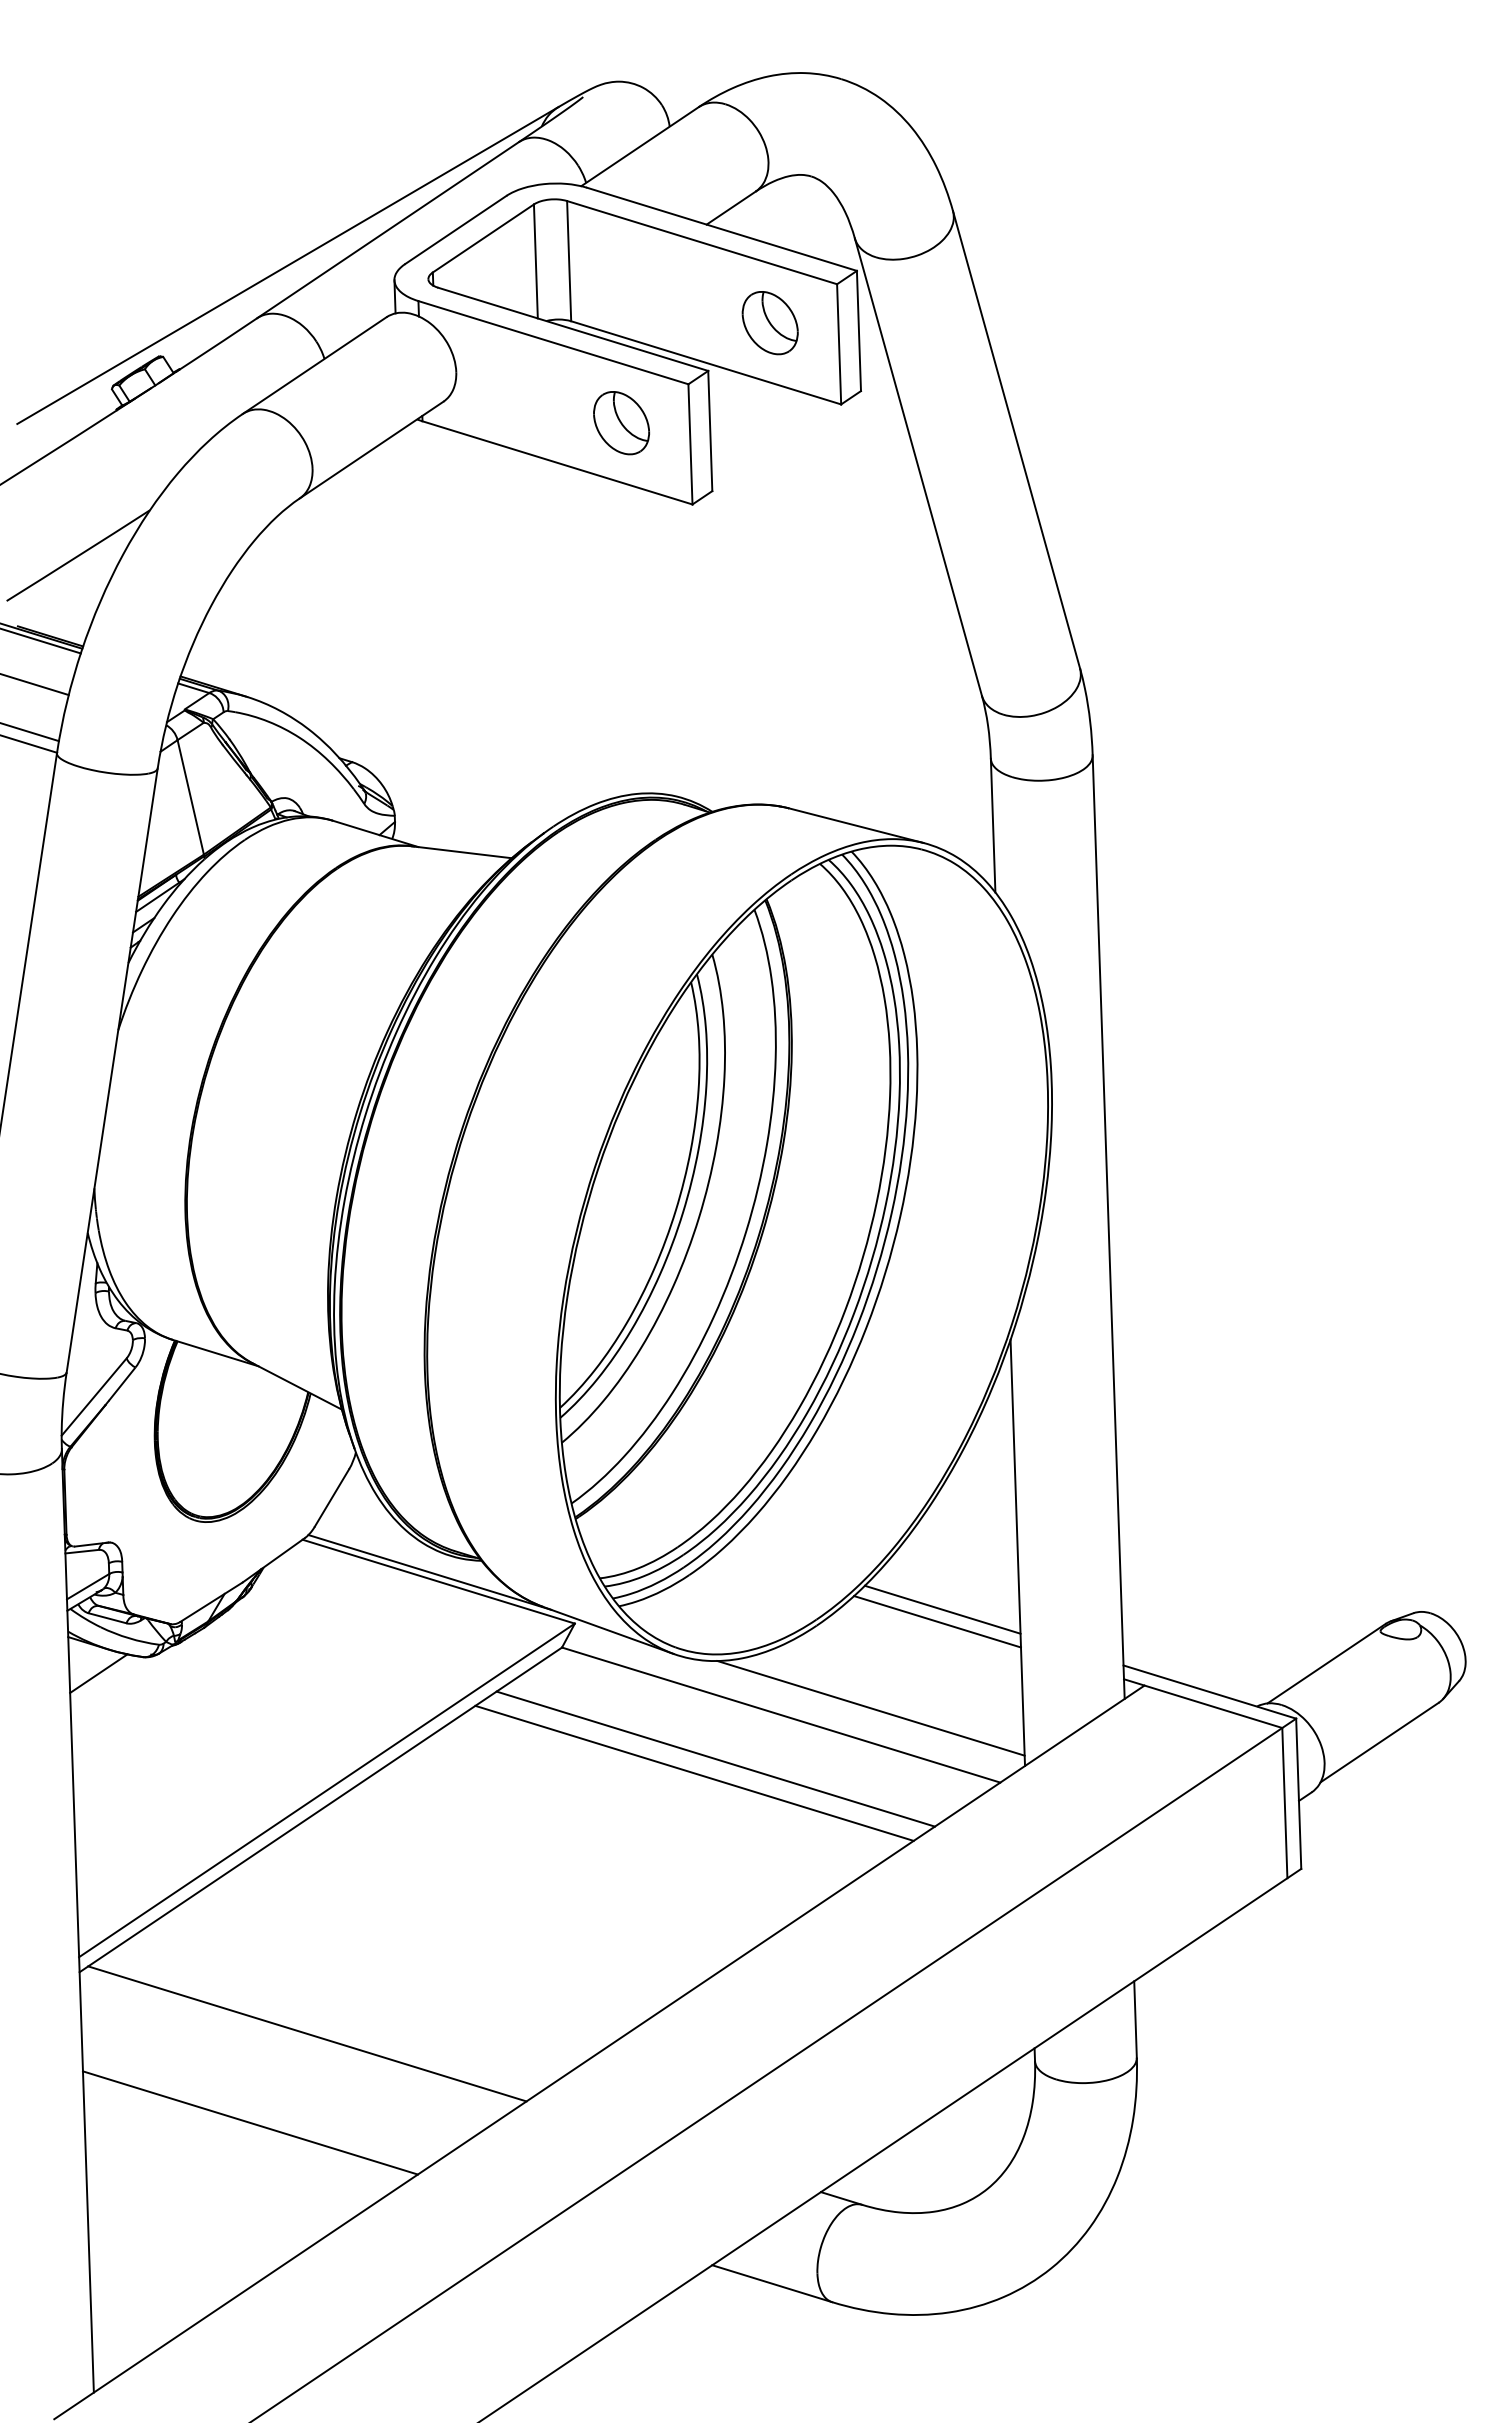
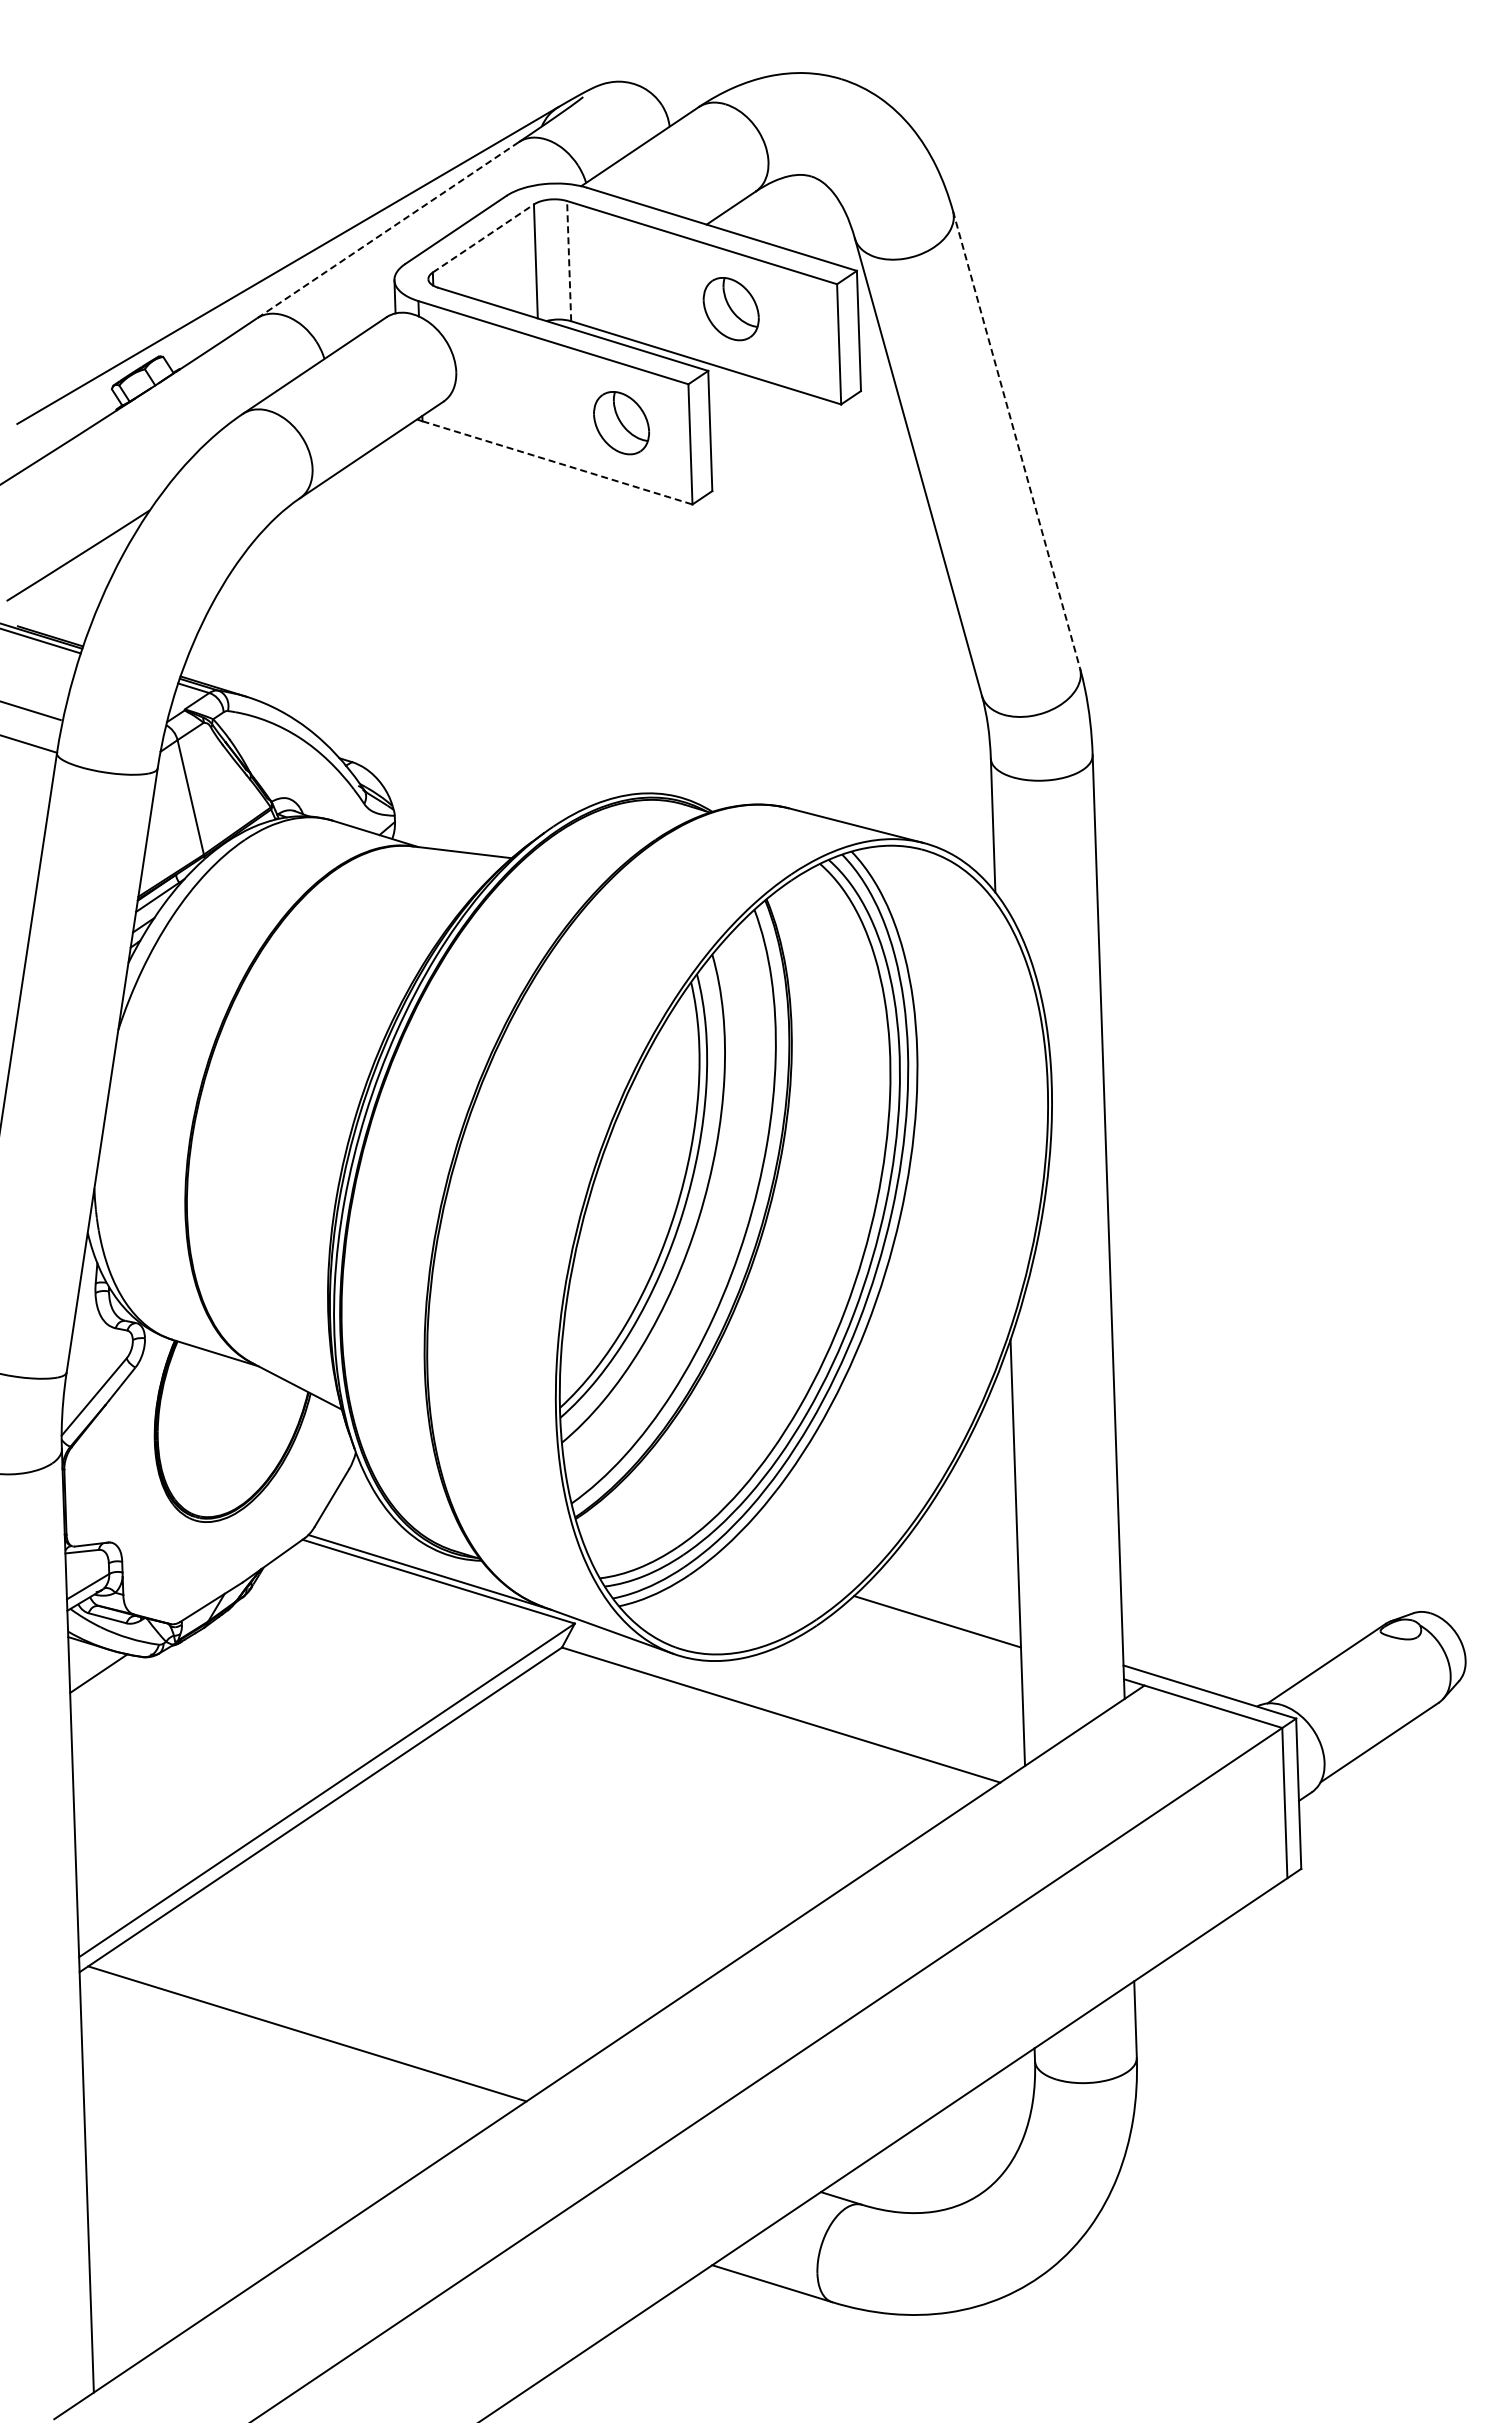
line at (387, 230): solid -> dashed
line at (483, 238): solid -> dashed
line at (569, 260): solid -> dashed
part at (769, 323) position: (769, 323) -> (730, 309)
line at (1016, 440): solid -> dashed
line at (557, 463): solid -> dashed
line at (35, 684) position: (35, 684) -> (31, 711)
line at (30, 732): present -> none
line at (942, 1609): present -> none
line at (870, 1708): present -> none
line at (715, 1758): present -> none
line at (694, 1772): present -> none
line at (249, 2122): present -> none
